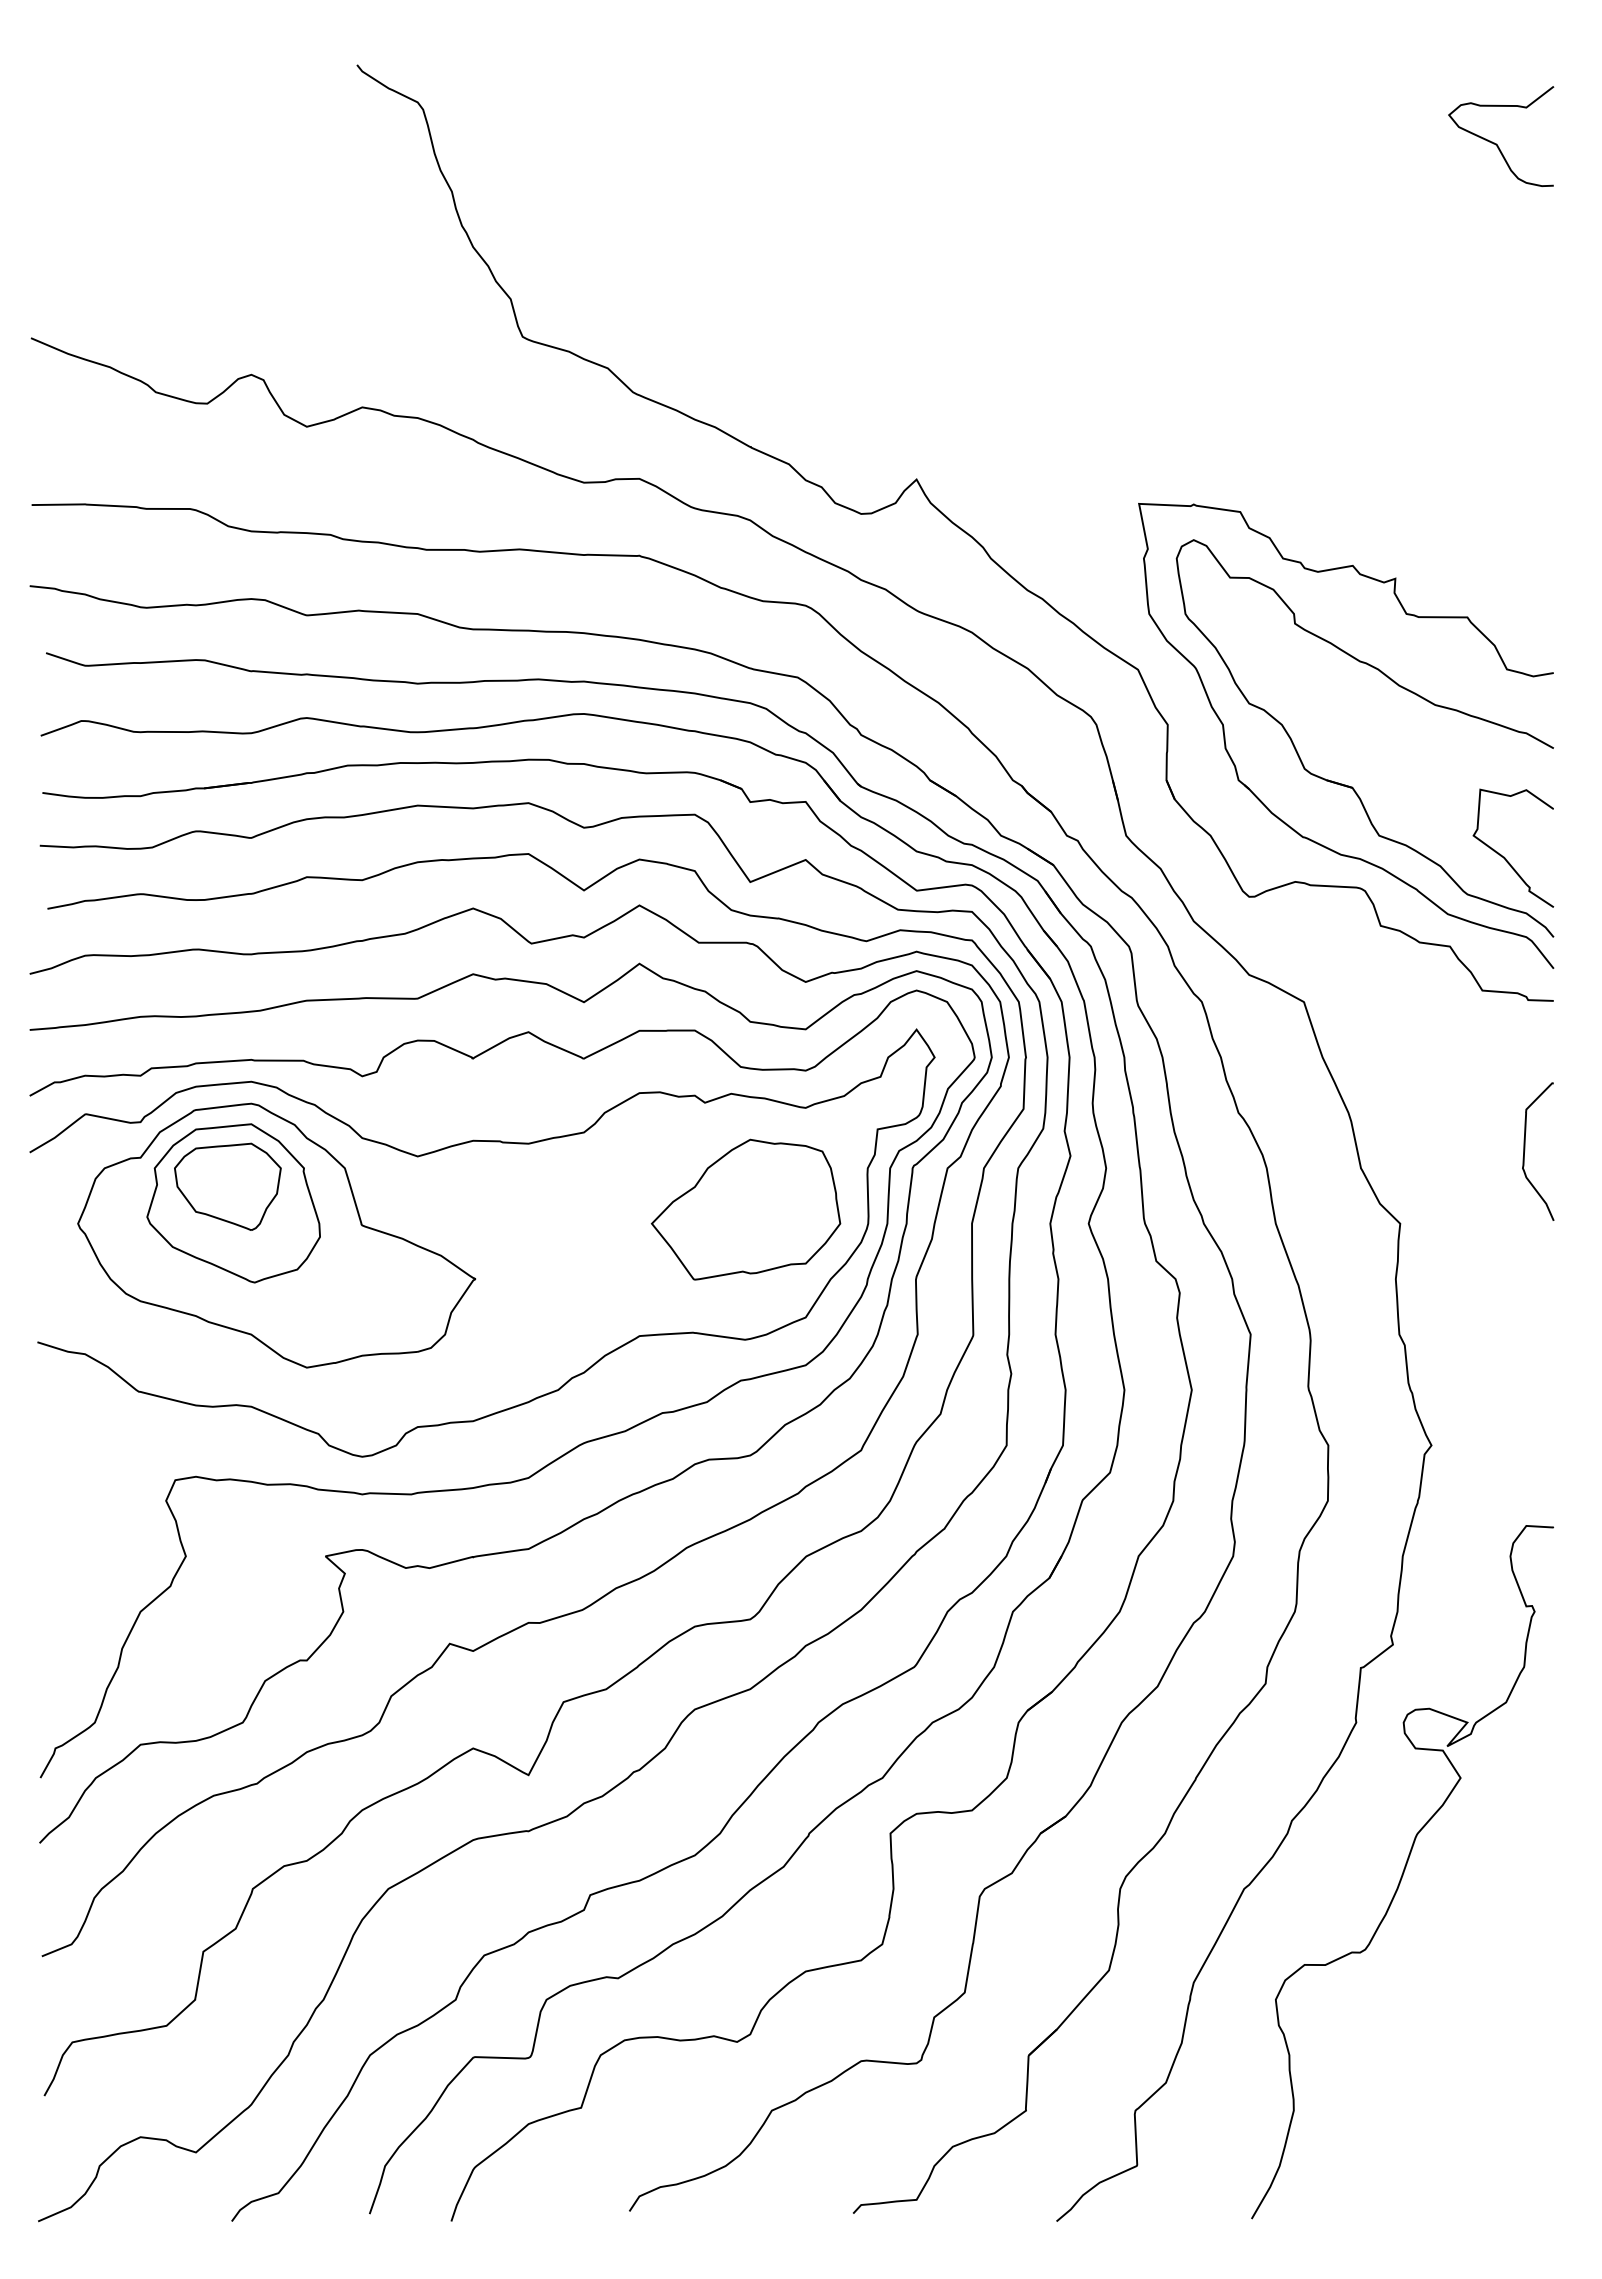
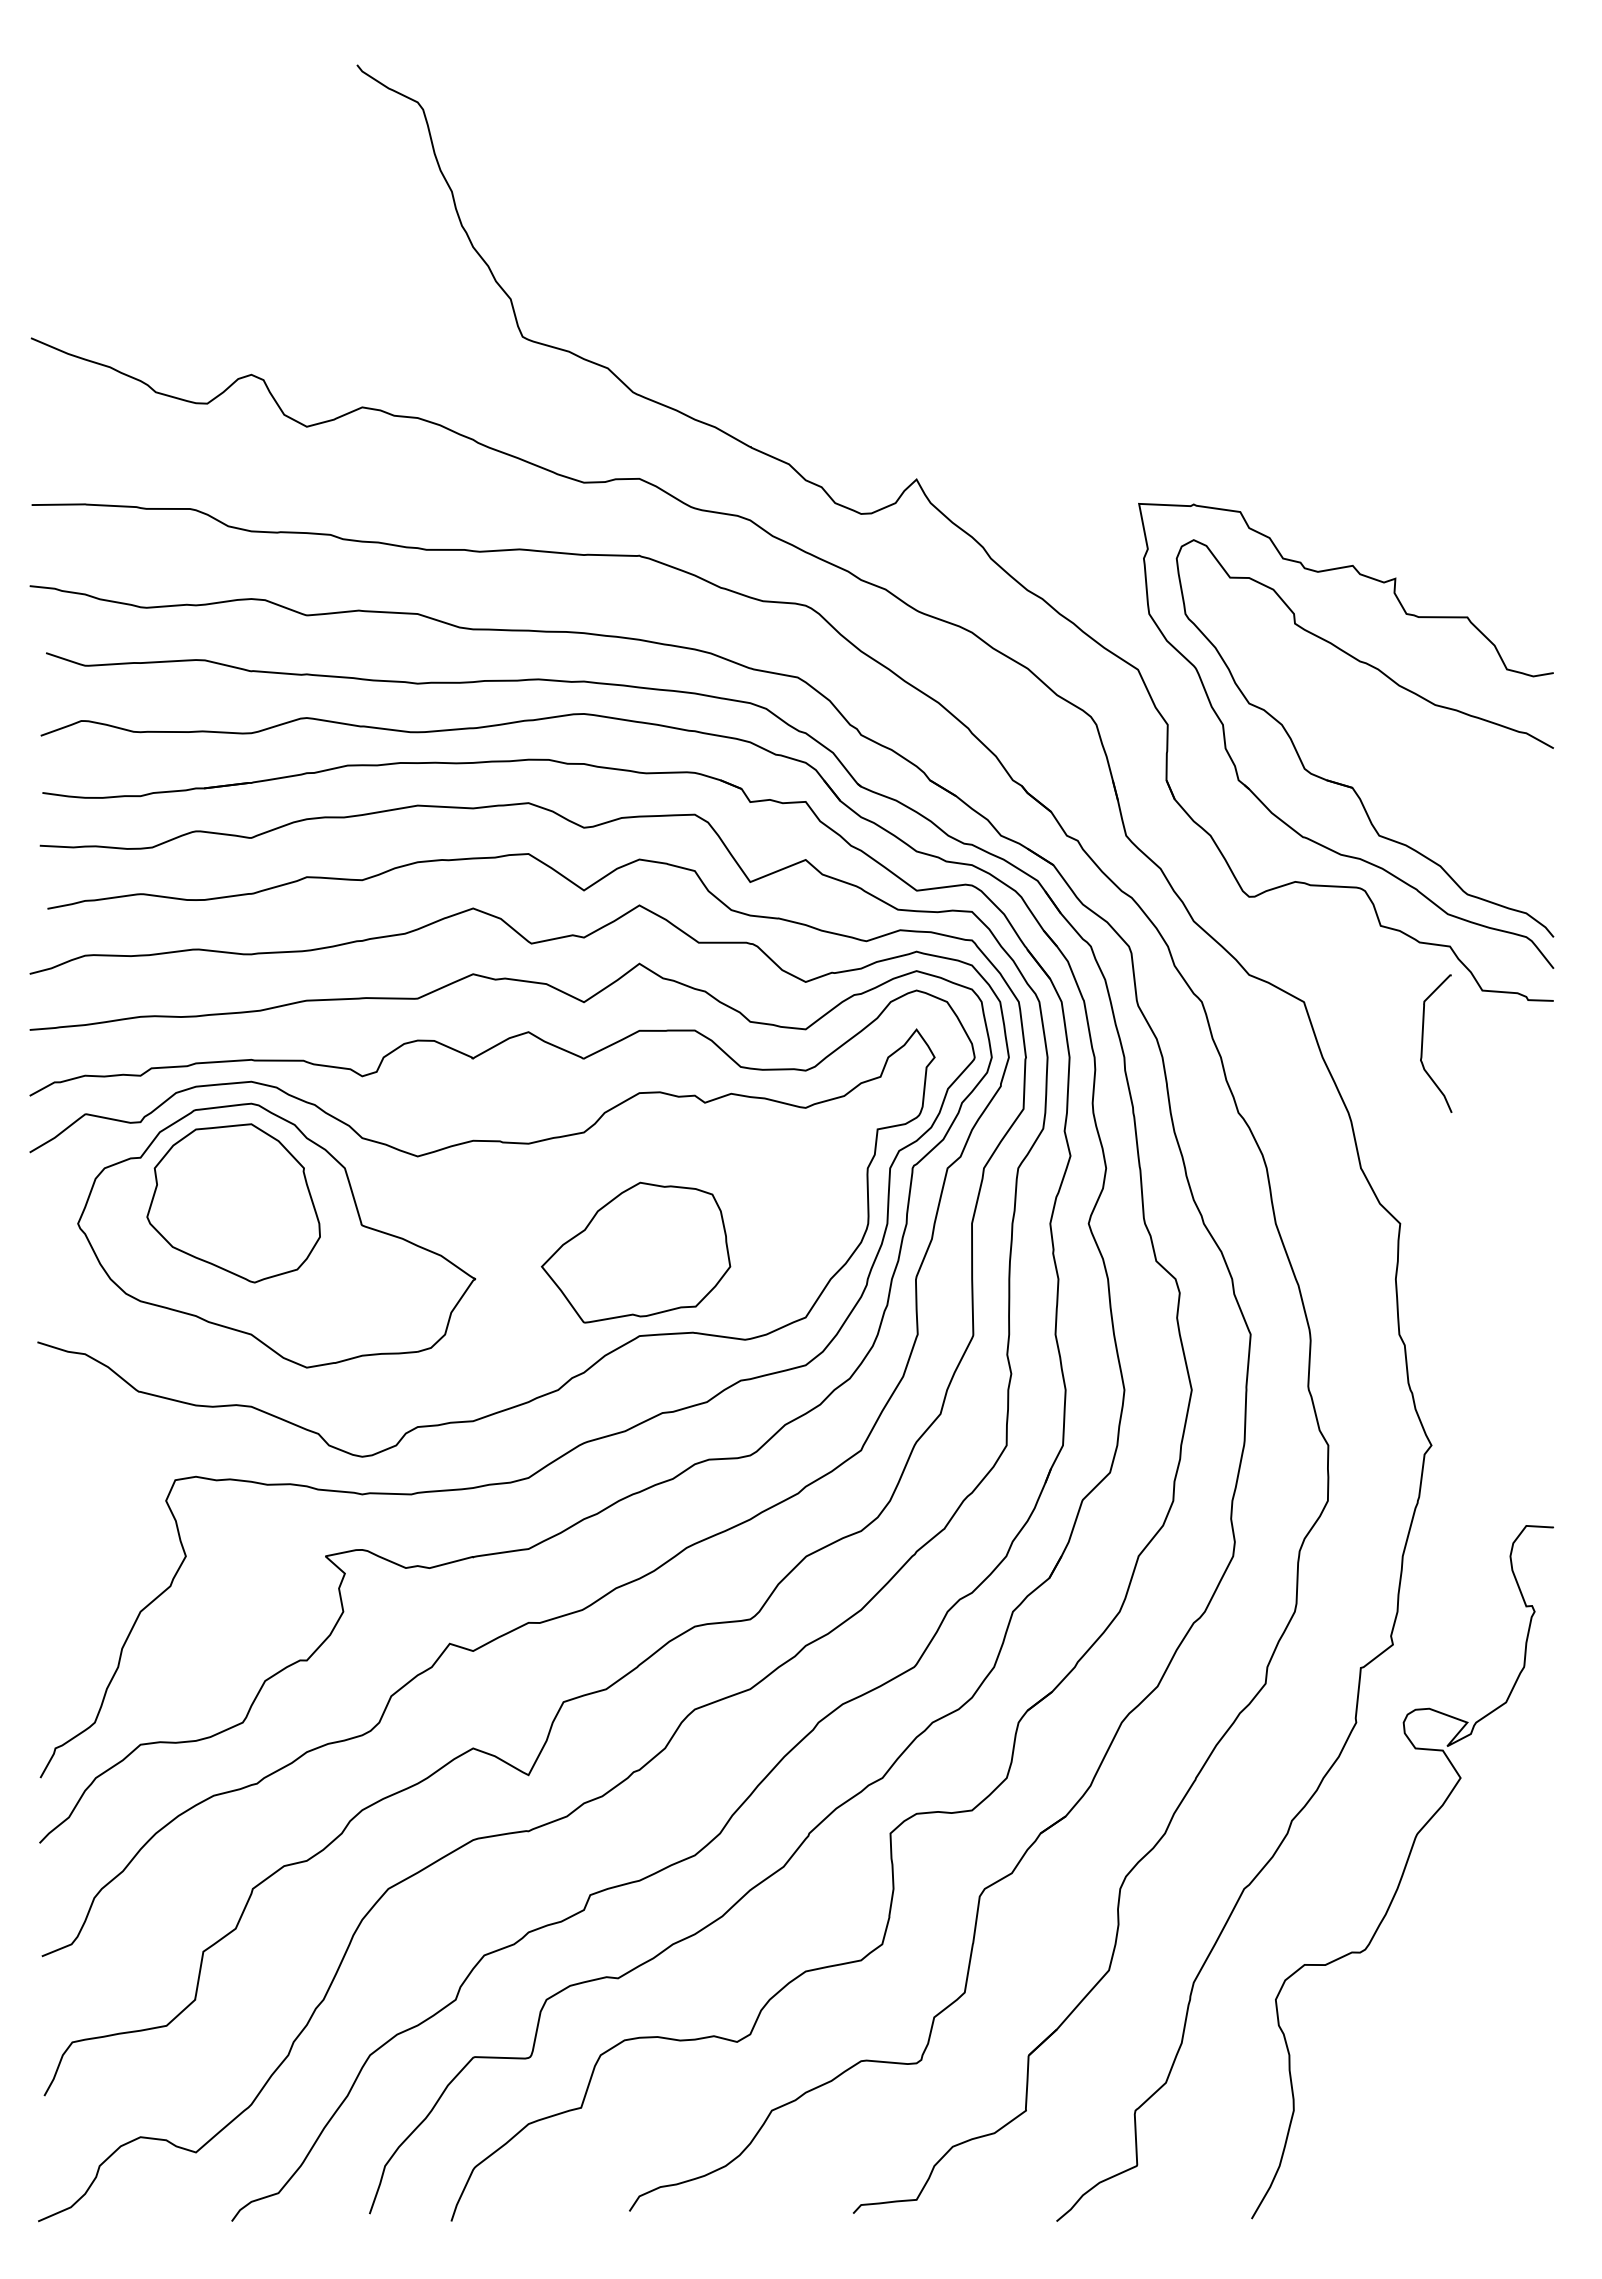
curve at (1496, 143): present -> none
curve at (1504, 856): present -> none
curve at (1525, 1150) position: (1525, 1150) -> (1423, 1042)
part at (227, 1186): present -> none
part at (745, 1209) position: (745, 1209) -> (635, 1252)
